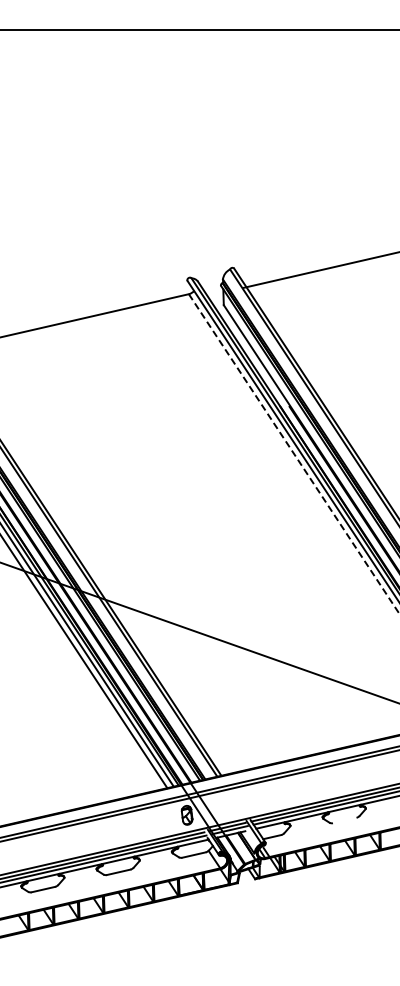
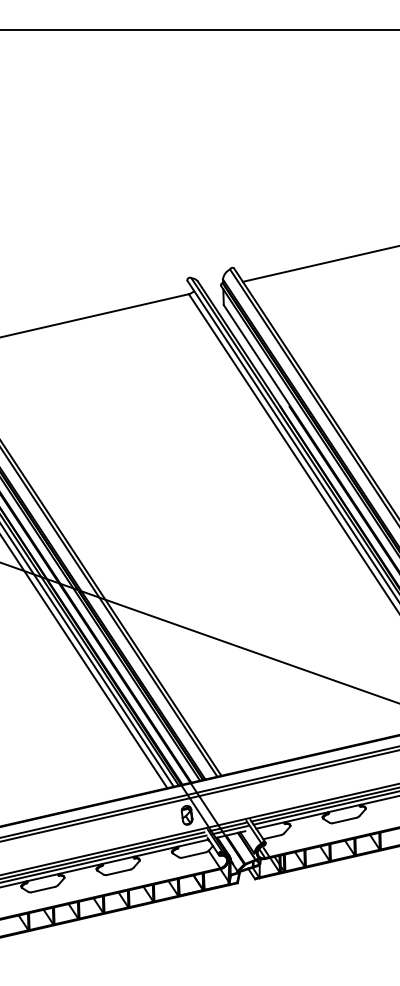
line at (319, 269) position: (319, 269) -> (319, 263)
line at (294, 454): dashed -> solid
line at (344, 820): none -> present
